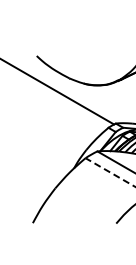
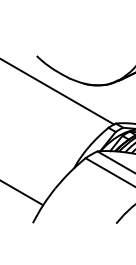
line at (110, 172): dashed -> solid
line at (22, 193): none -> present
